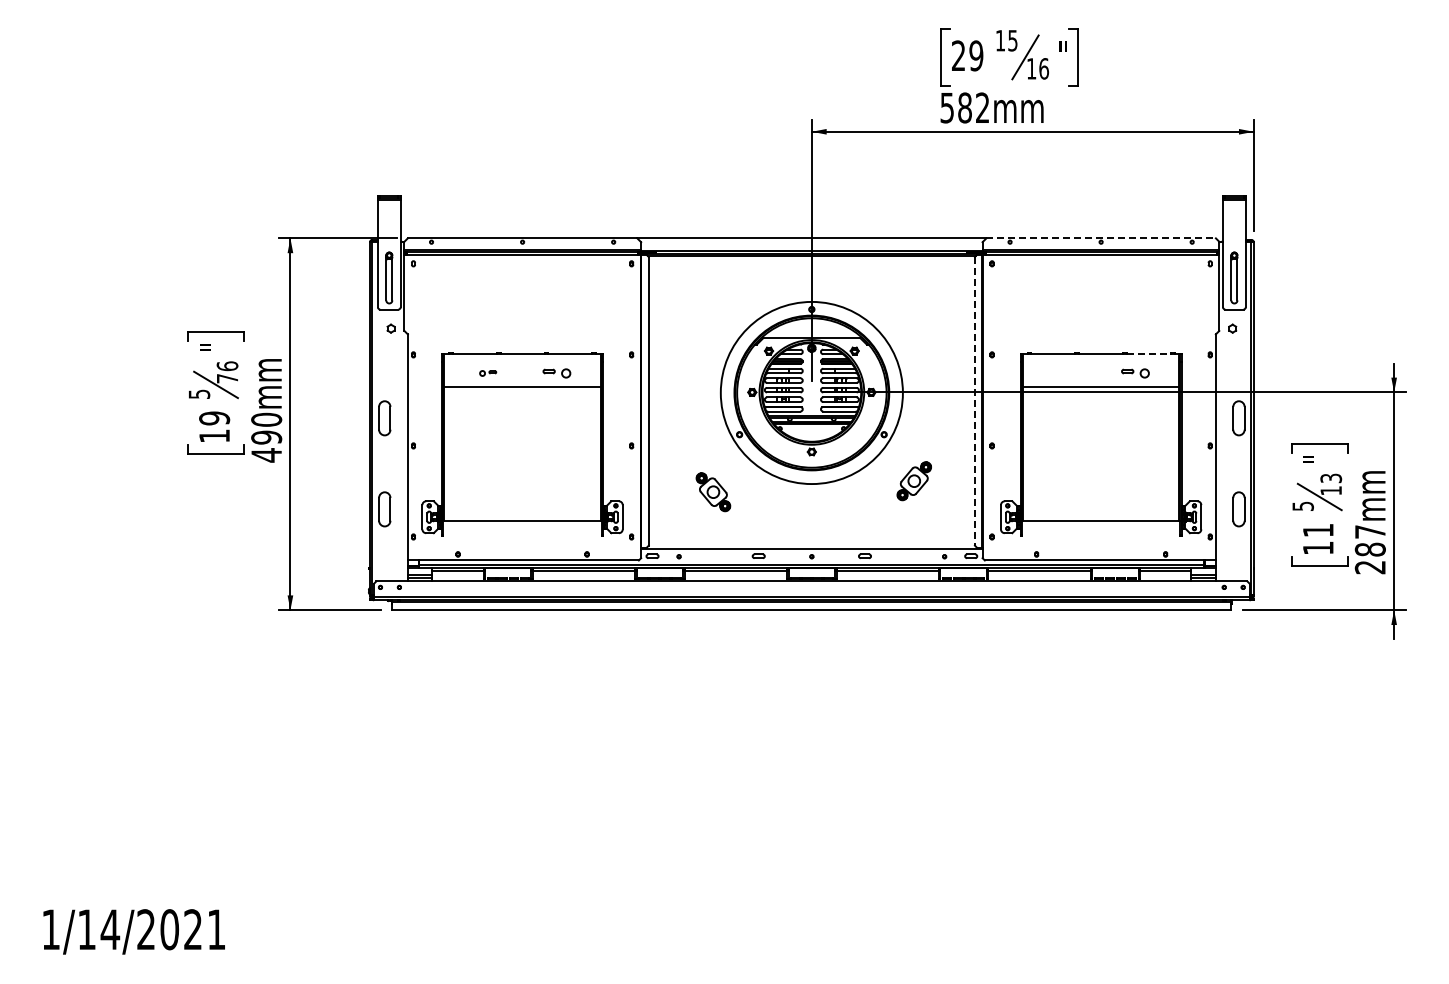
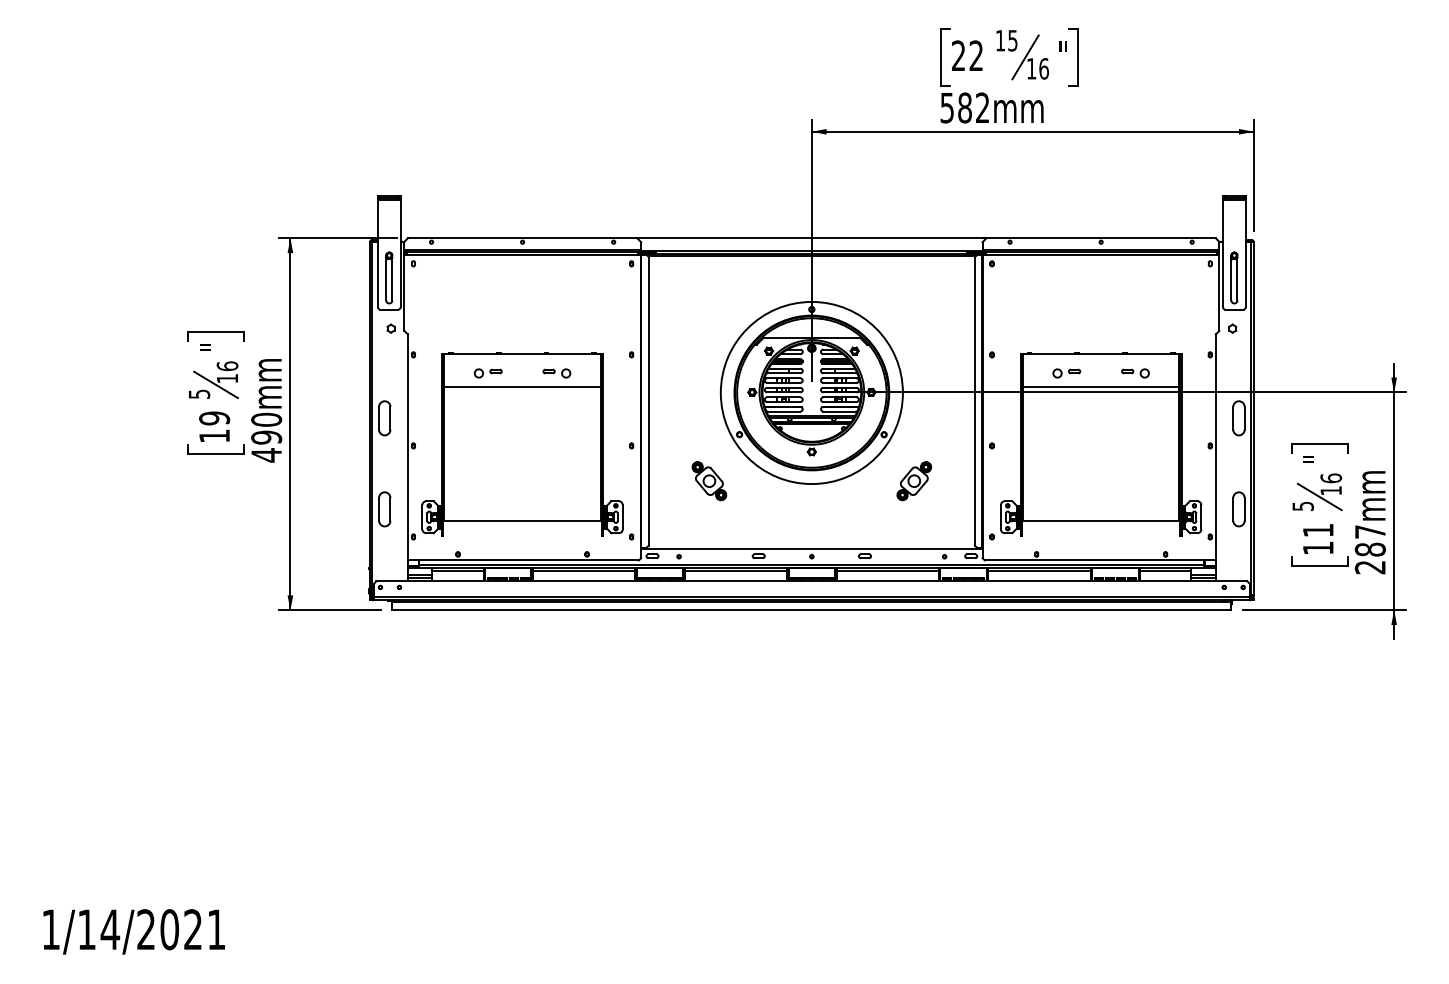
text at (976, 55): 29 -> 22
line at (1101, 238): dashed -> solid
line at (1148, 354): dashed -> solid
part at (488, 373) size: 19x7 px -> 30x11 px
part at (1066, 373): none -> present
text at (227, 378): 76 -> 16
line at (974, 401): dashed -> solid
text at (1331, 478): 13 -> 16
part at (713, 492) position: (713, 492) -> (709, 481)
